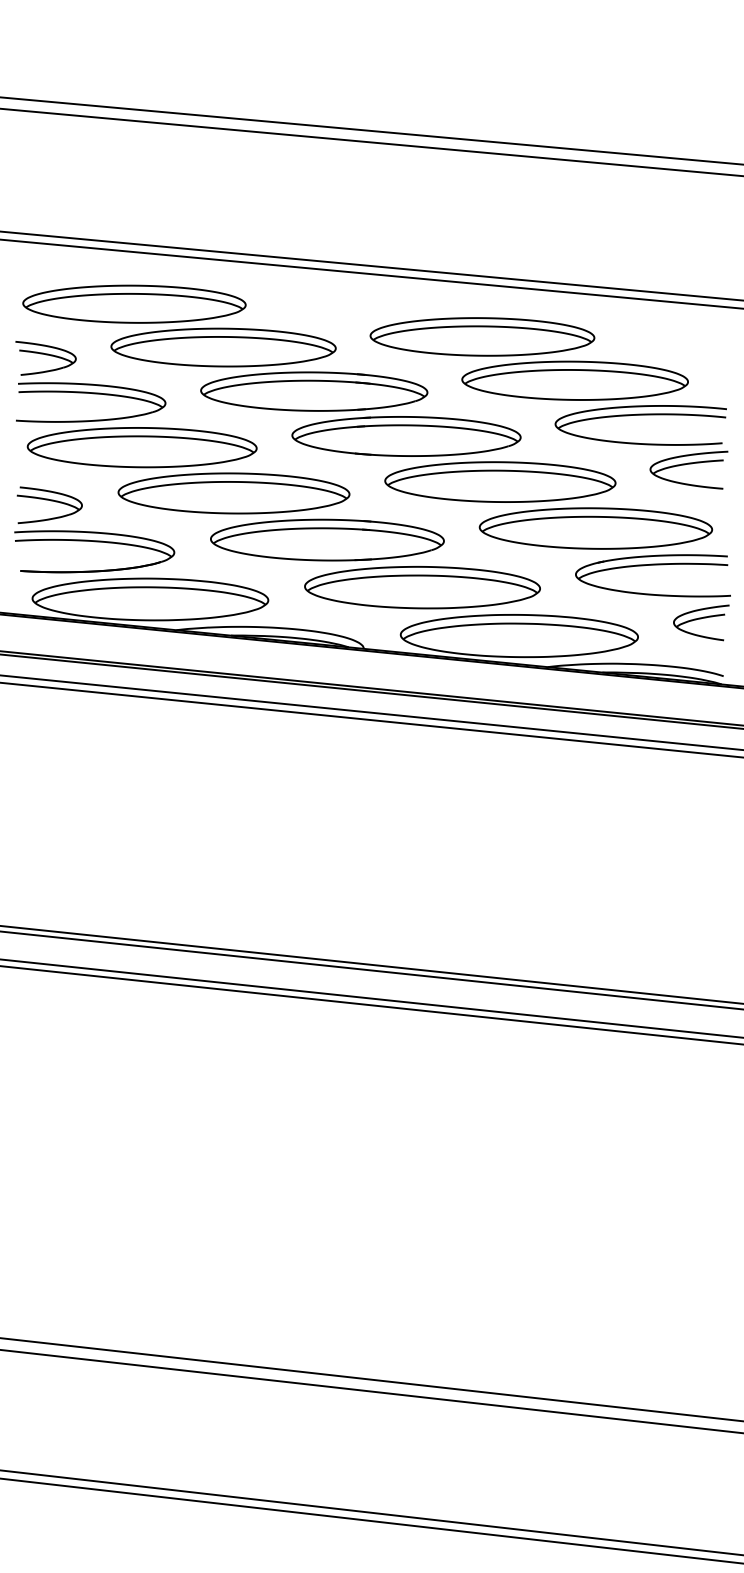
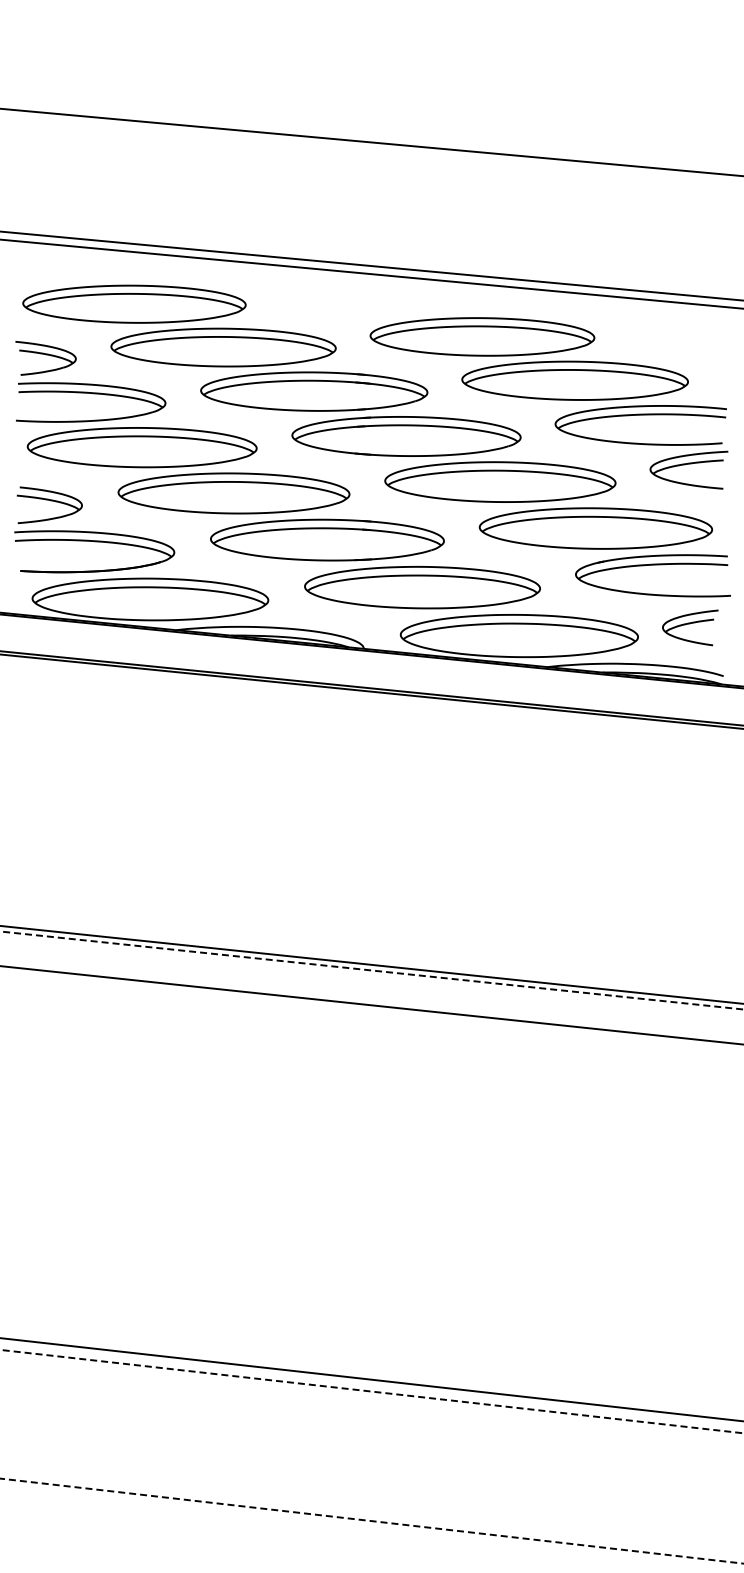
line at (371, 130): present -> none
part at (701, 622) position: (701, 622) -> (690, 627)
line at (371, 712): present -> none
line at (371, 719): present -> none
line at (372, 970): solid -> dashed
line at (371, 998): present -> none
line at (371, 1391): solid -> dashed
line at (371, 1512): present -> none
line at (371, 1521): solid -> dashed
